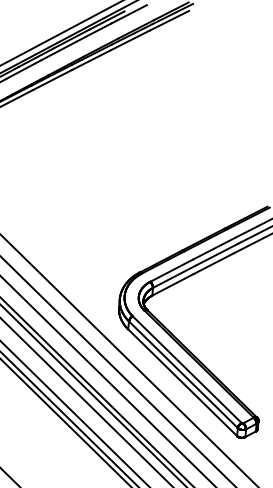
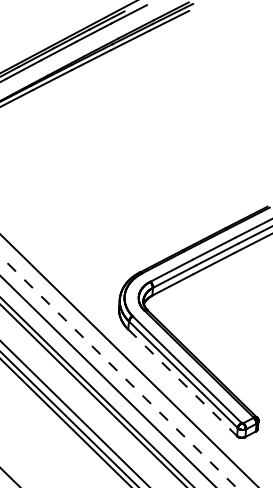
line at (60, 33): present -> none
line at (118, 372): solid -> dashed
line at (183, 383): solid -> dashed
line at (86, 401): present -> none
